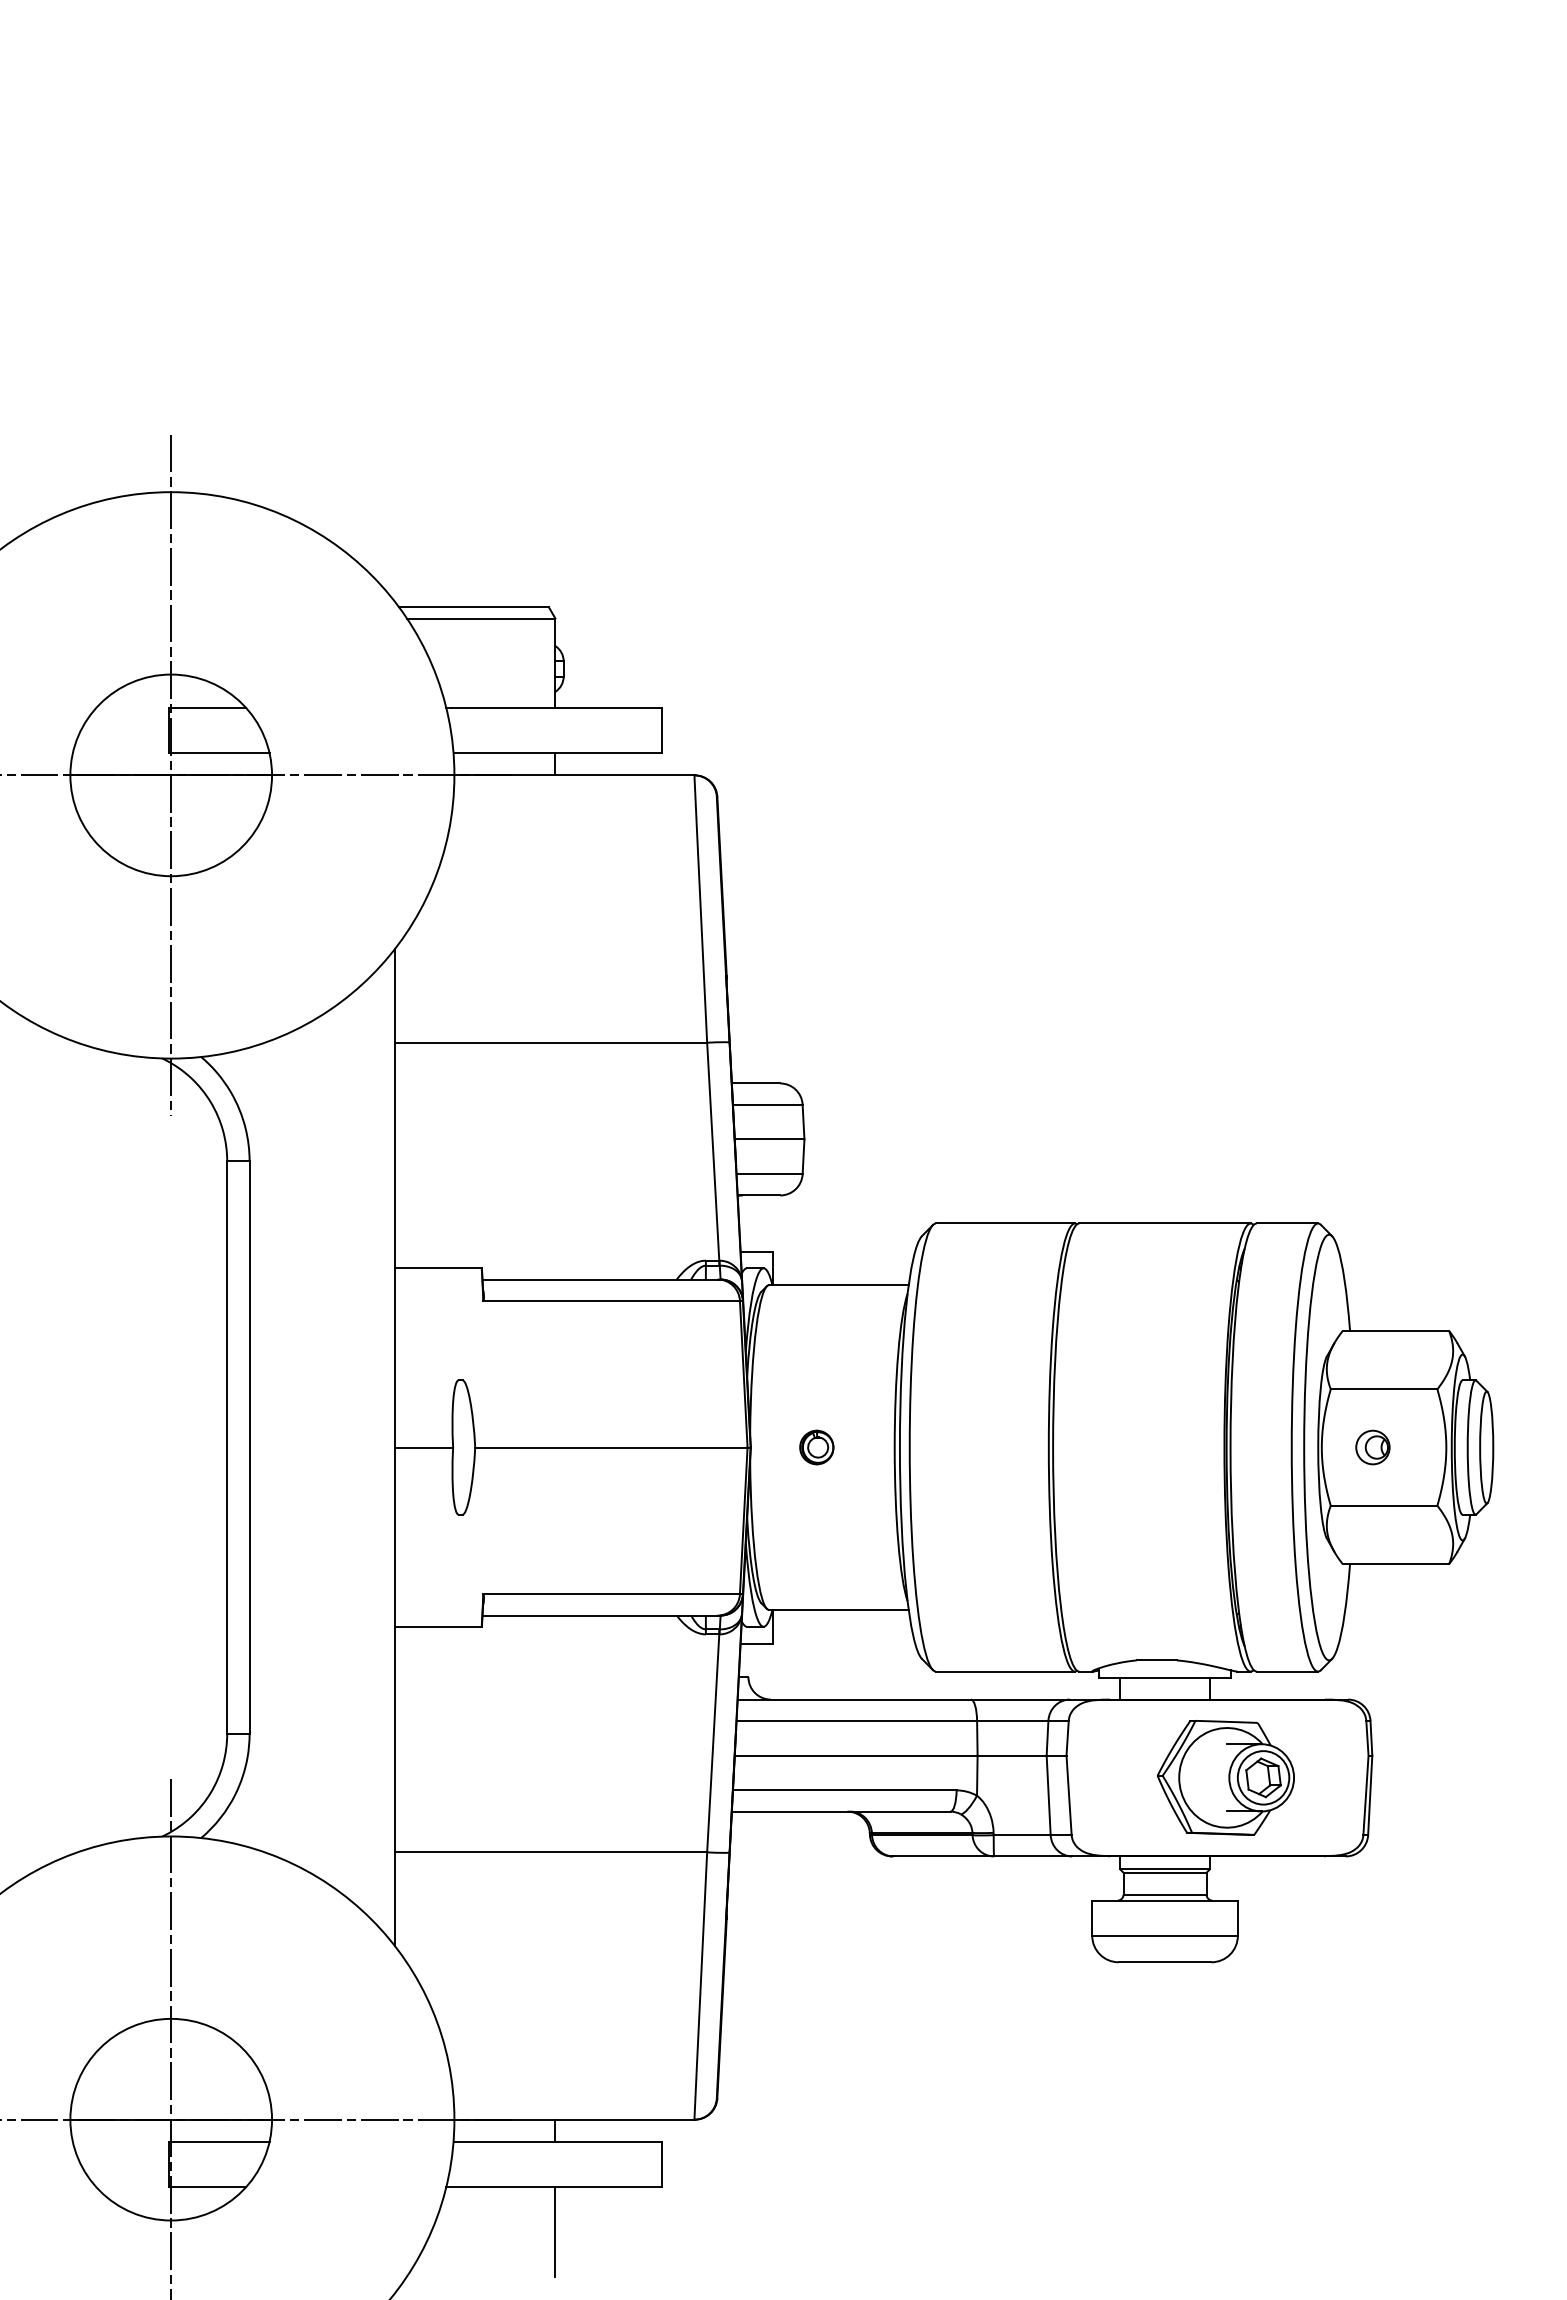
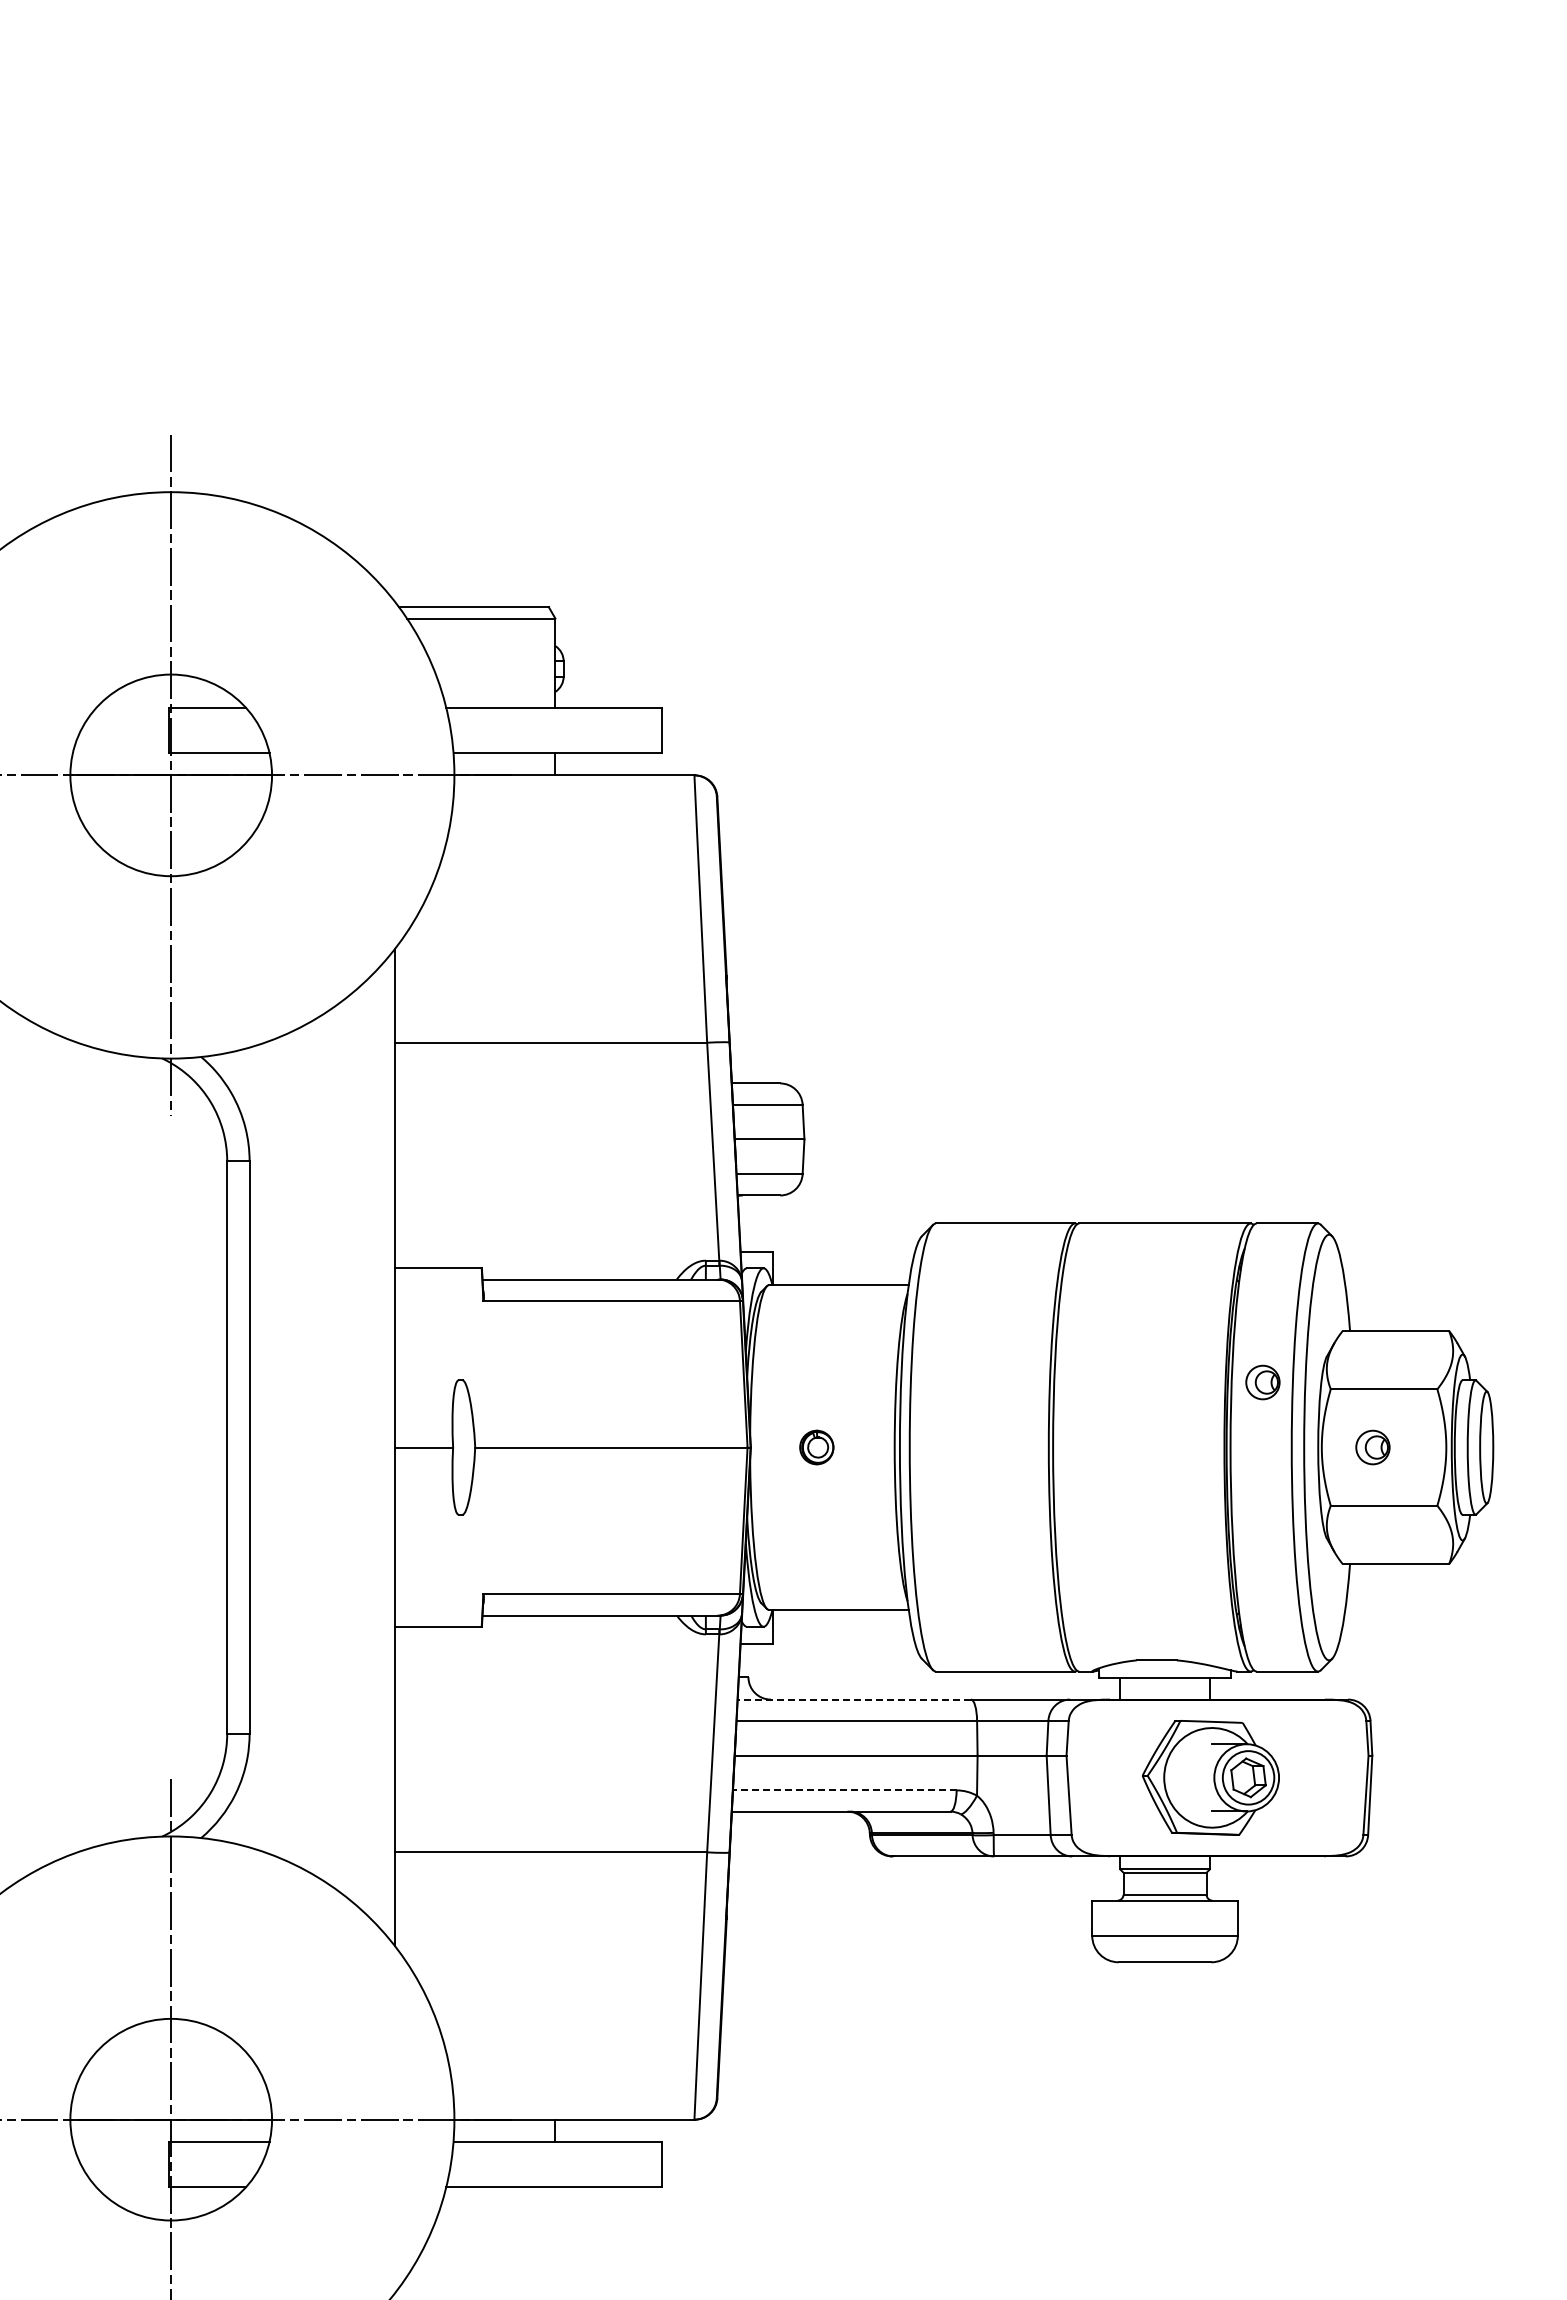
part at (1262, 1382): none -> present
line at (854, 1699): solid -> dashed
part at (1225, 1777) position: (1225, 1777) -> (1210, 1777)
line at (844, 1790): solid -> dashed
line at (555, 2231): present -> none
